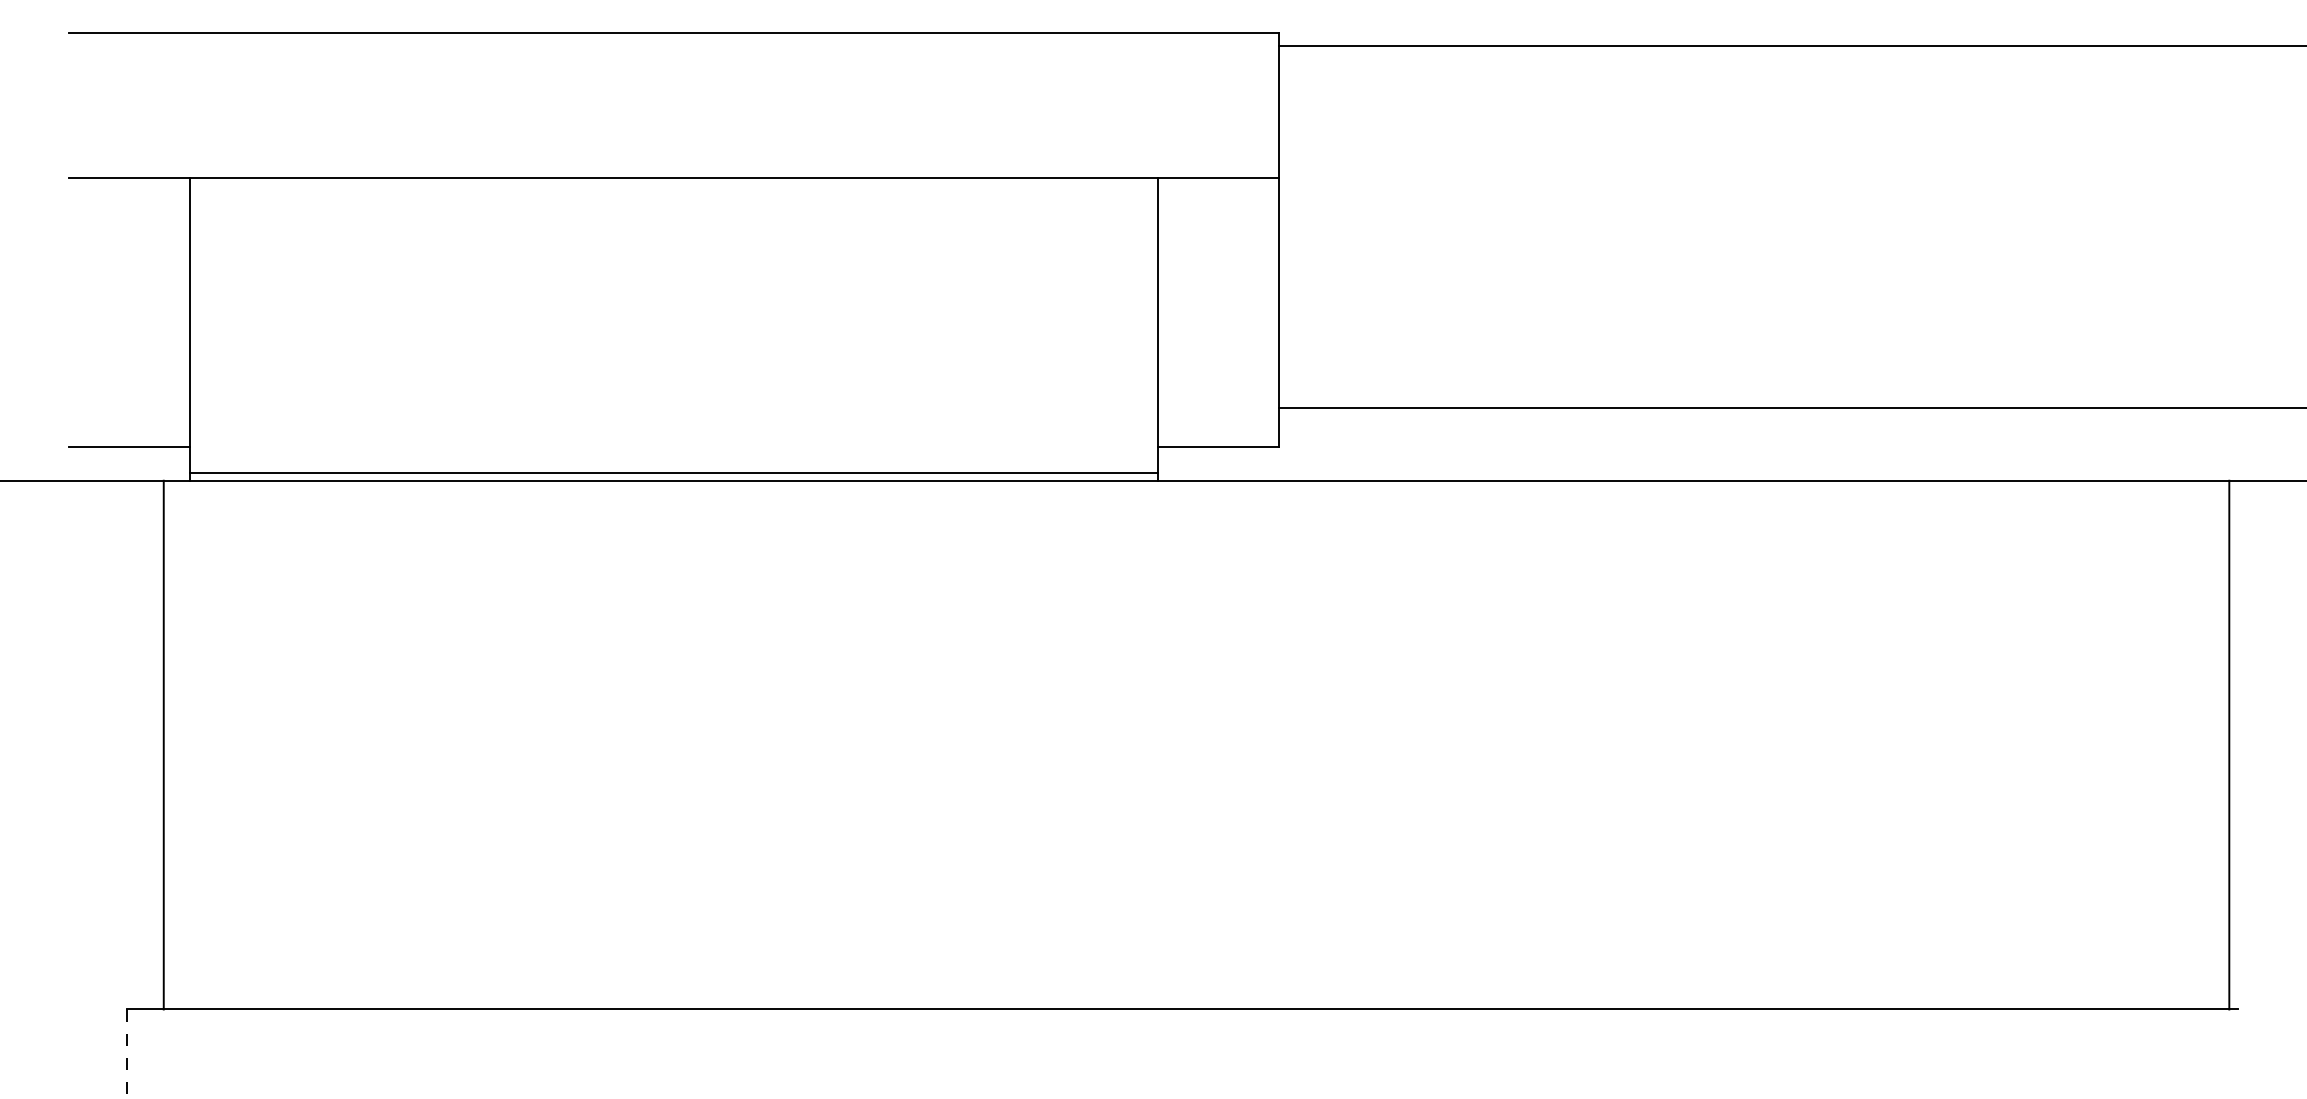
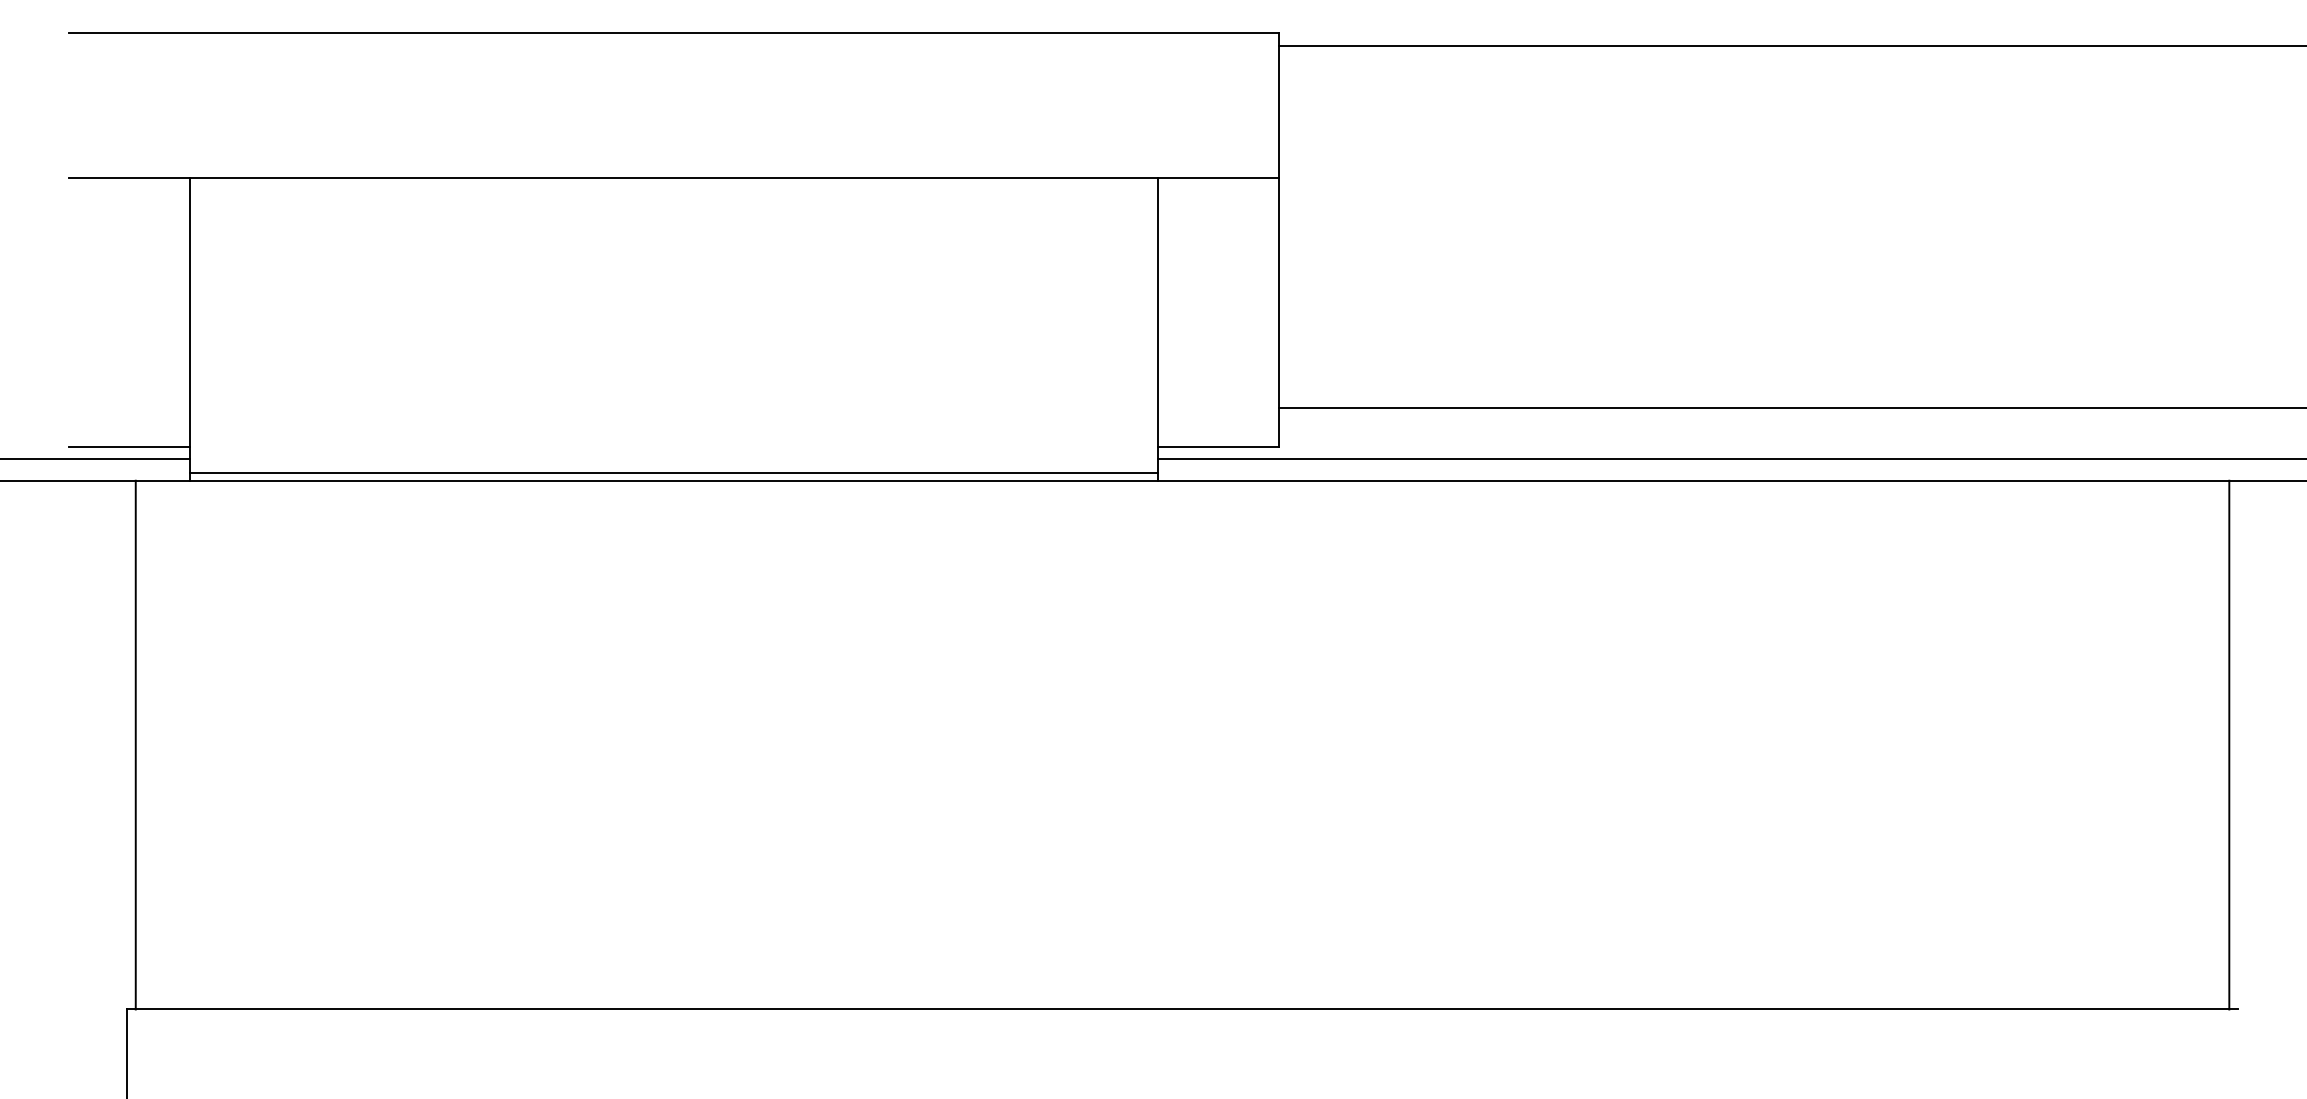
line at (96, 458): none -> present
line at (1730, 458): none -> present
line at (163, 744) position: (163, 744) -> (135, 744)
line at (127, 1054): dashed -> solid
